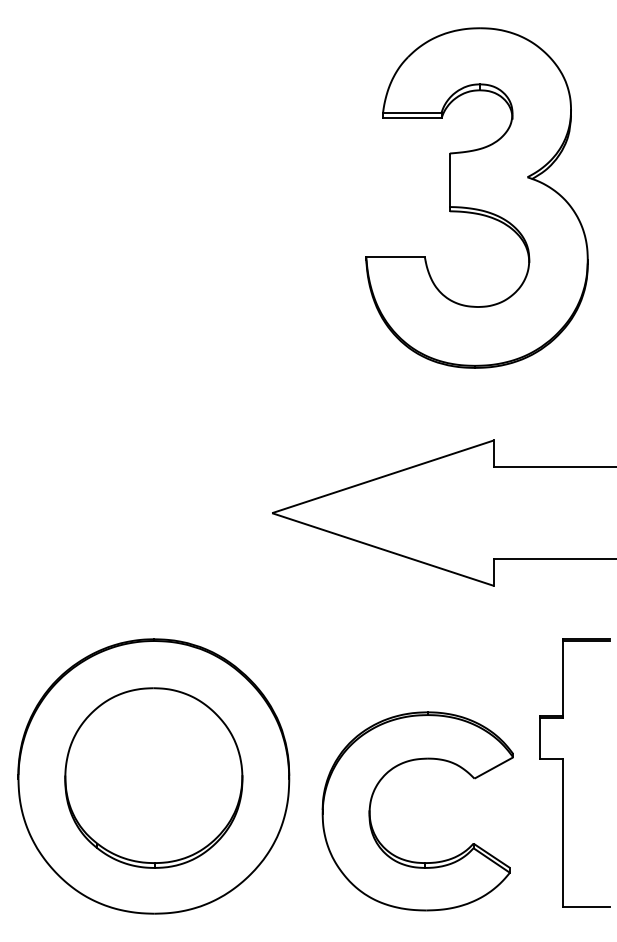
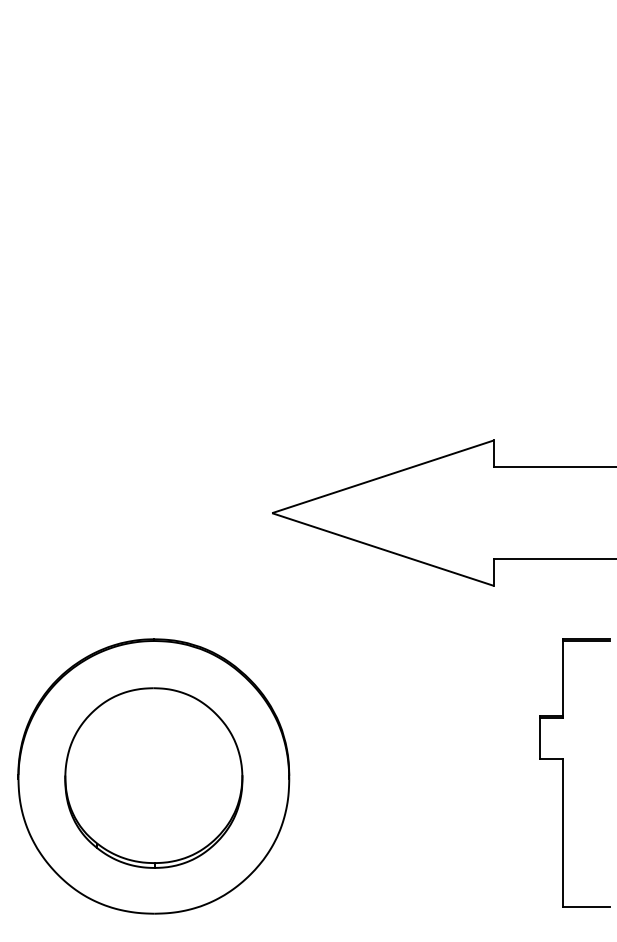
part at (476, 197): present -> none
part at (371, 804): present -> none
